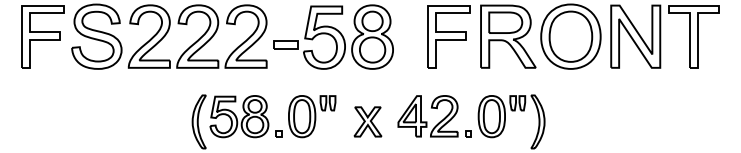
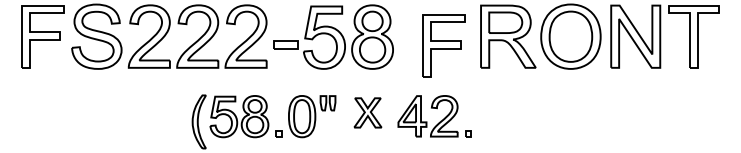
part at (448, 36) position: (448, 36) -> (443, 45)
part at (367, 121) position: (367, 121) -> (367, 112)
part at (511, 121): present -> none
